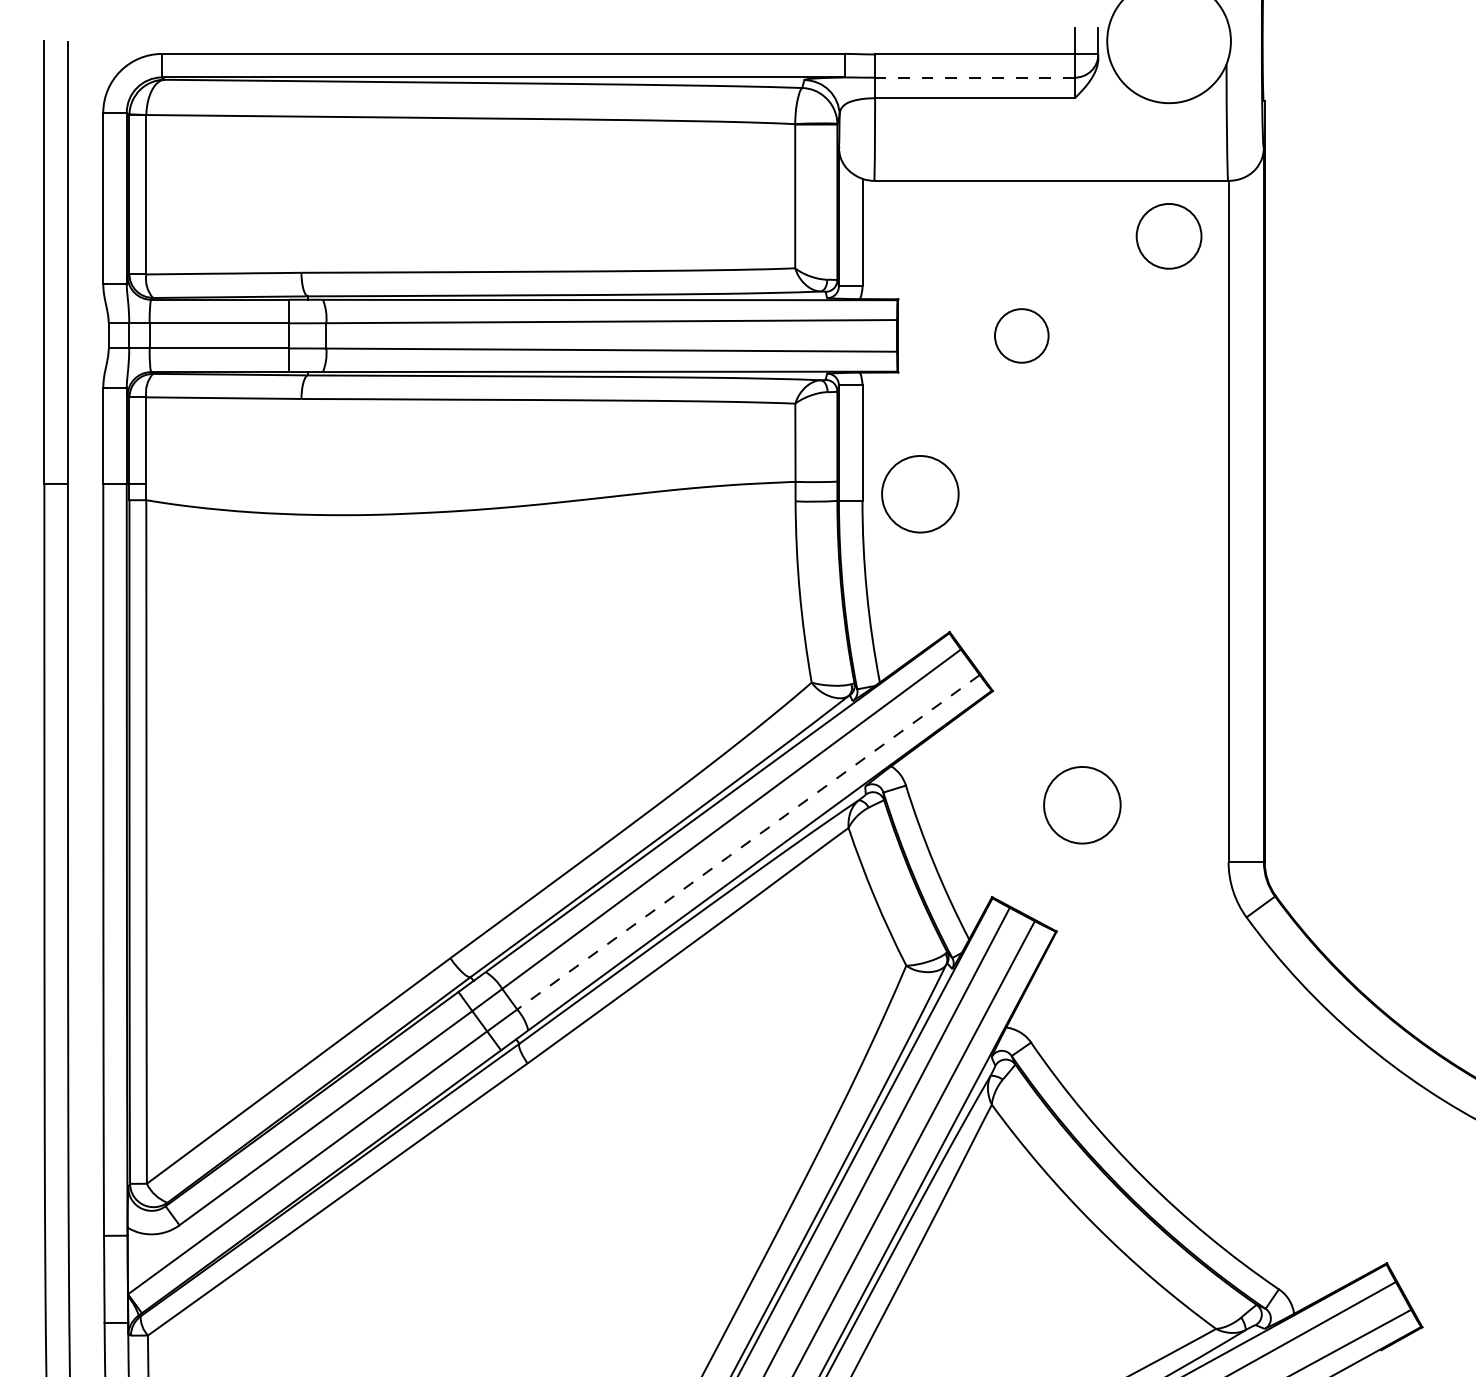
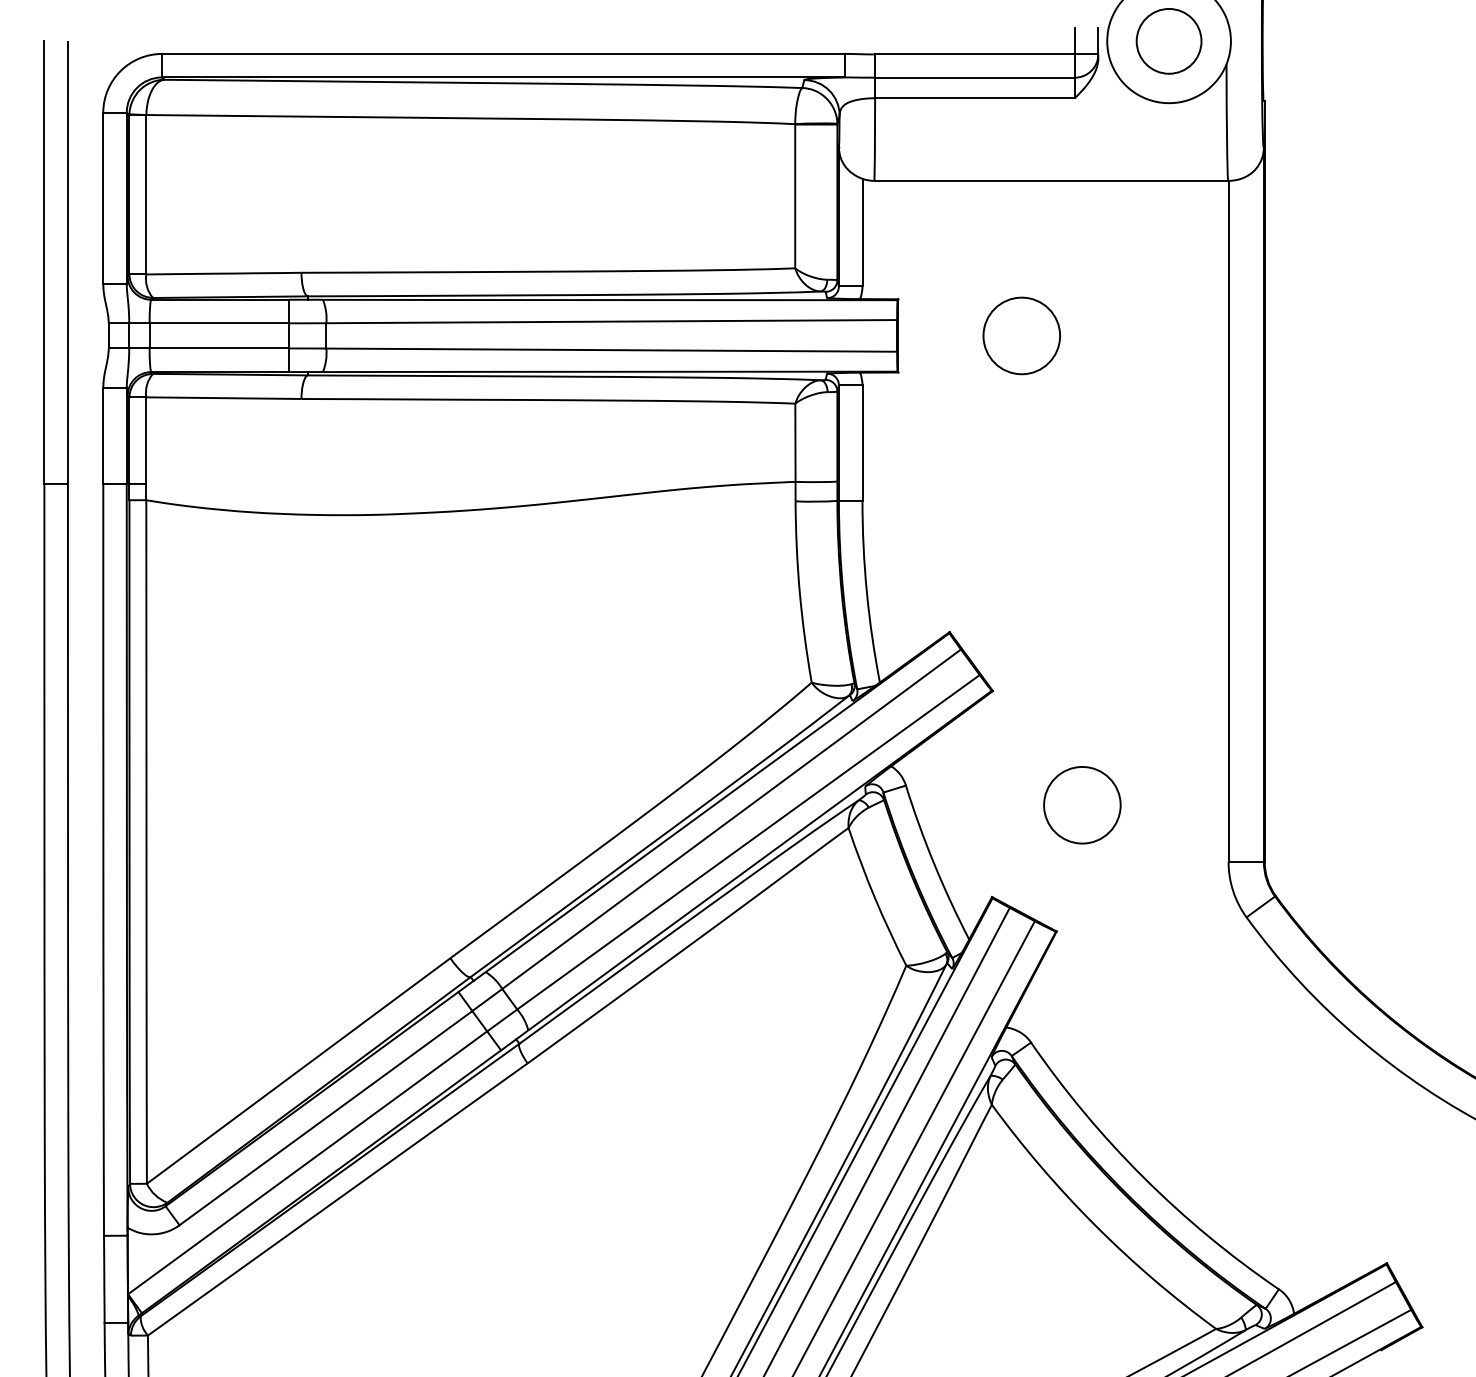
line at (975, 77): dashed -> solid
circle at (1168, 236) position: (1168, 236) -> (1168, 41)
circle at (1021, 335) diameter: 54 px -> 77 px
circle at (920, 494): present -> none
line at (748, 842): dashed -> solid
